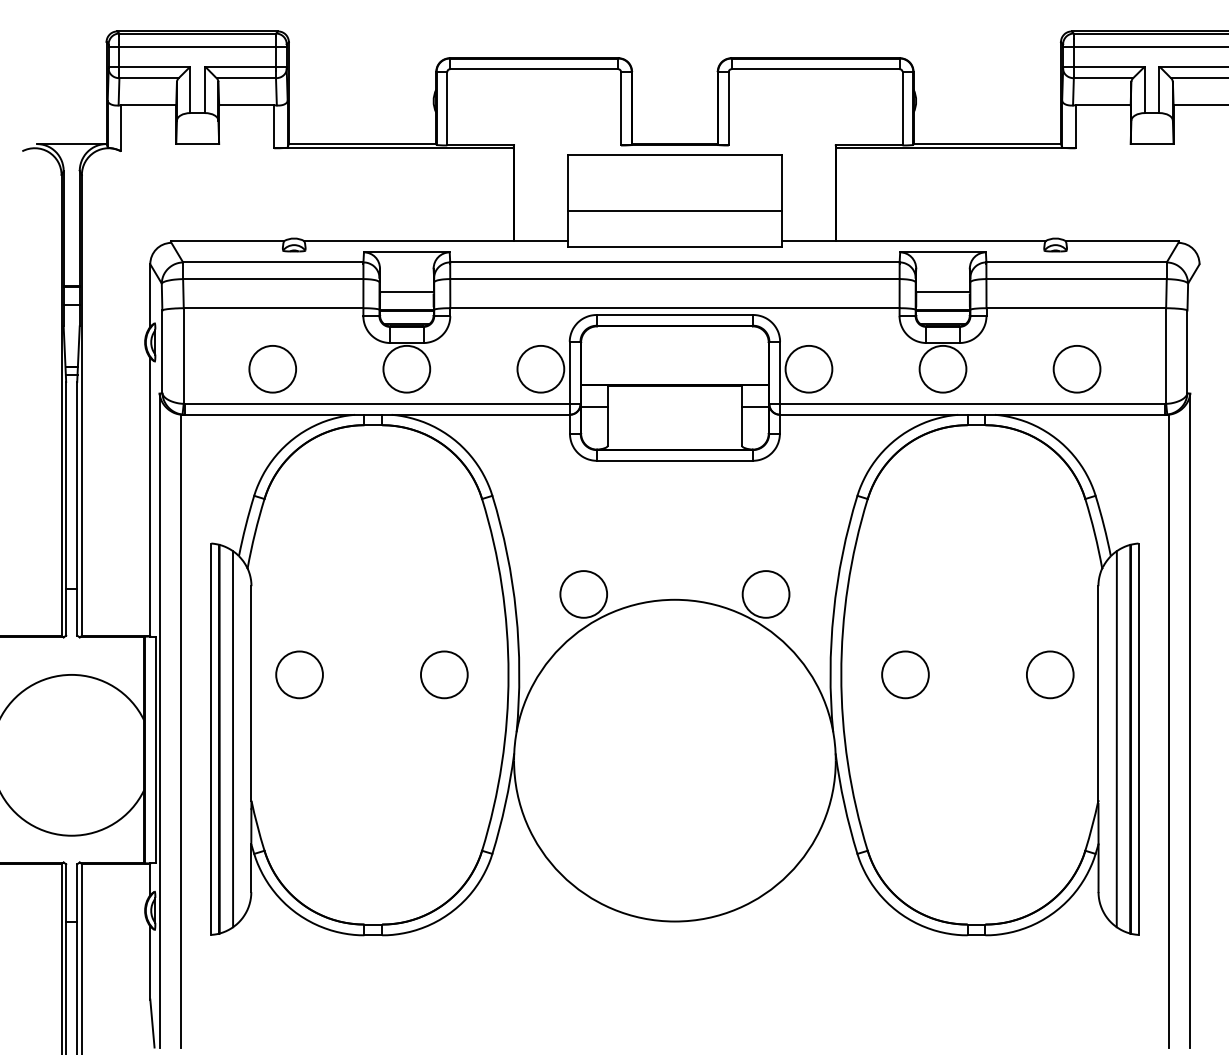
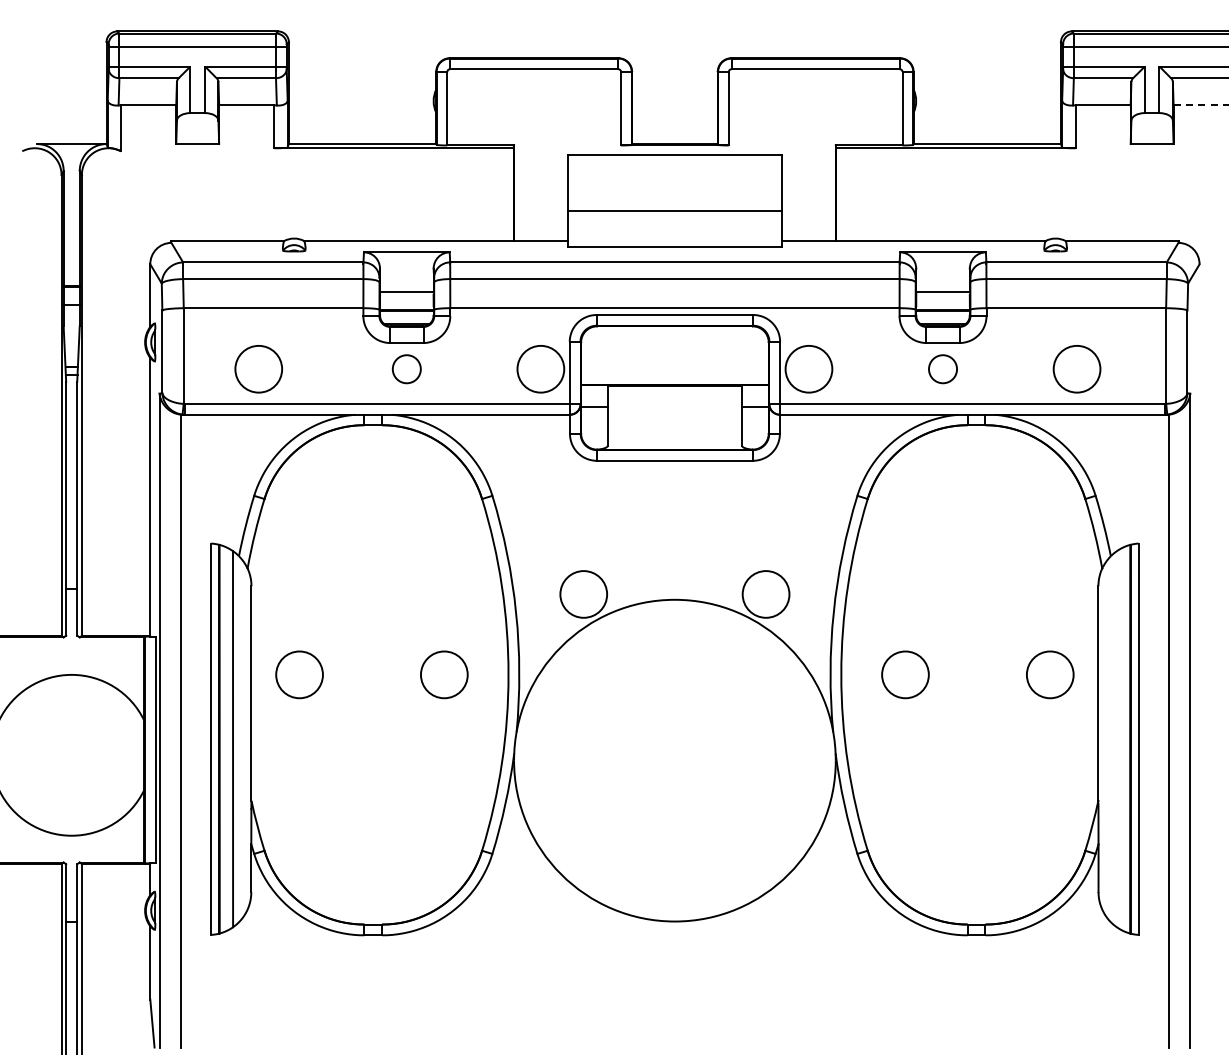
line at (1201, 105): solid -> dashed
circle at (406, 368) diameter: 47 px -> 28 px
circle at (942, 368) diameter: 47 px -> 28 px
circle at (272, 369) position: (272, 369) -> (258, 369)
line at (1116, 739): present -> none
